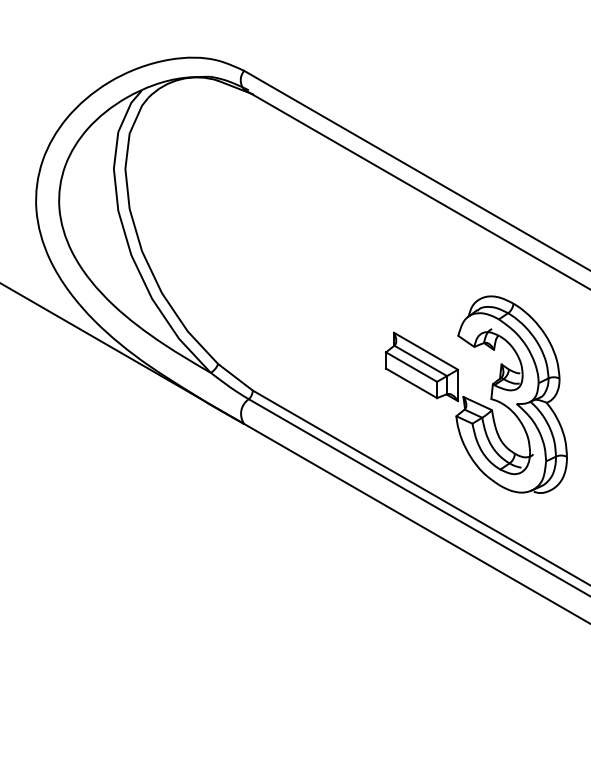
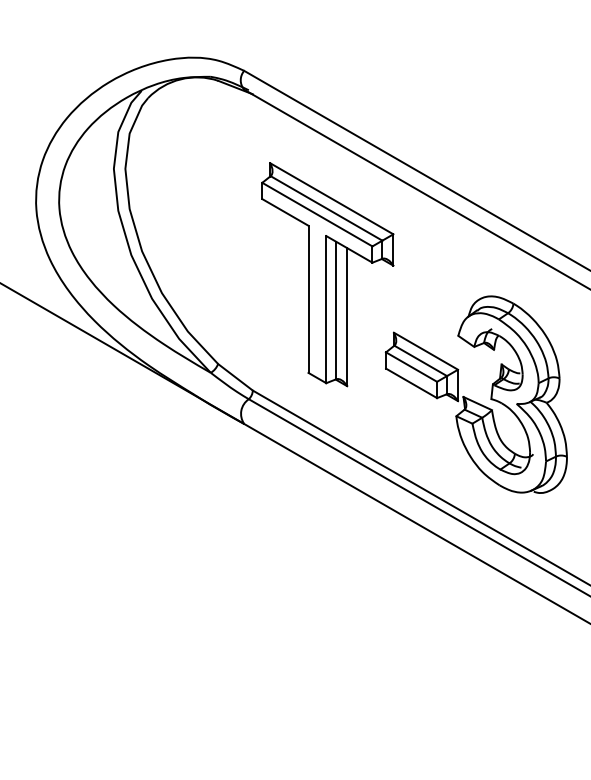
part at (327, 274): none -> present
